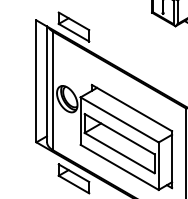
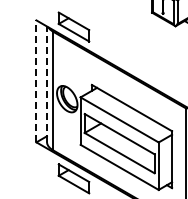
line at (36, 81): solid -> dashed
line at (46, 84): solid -> dashed
